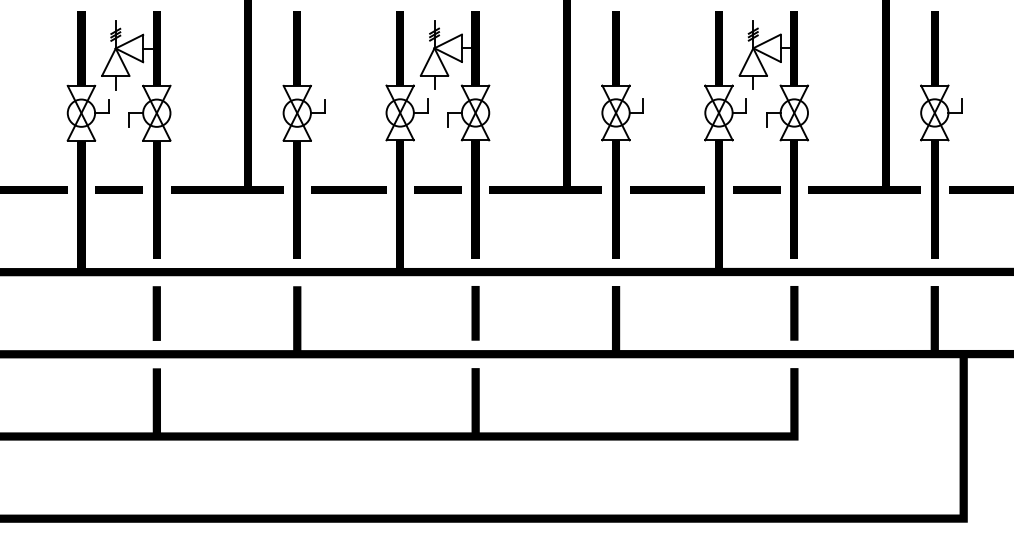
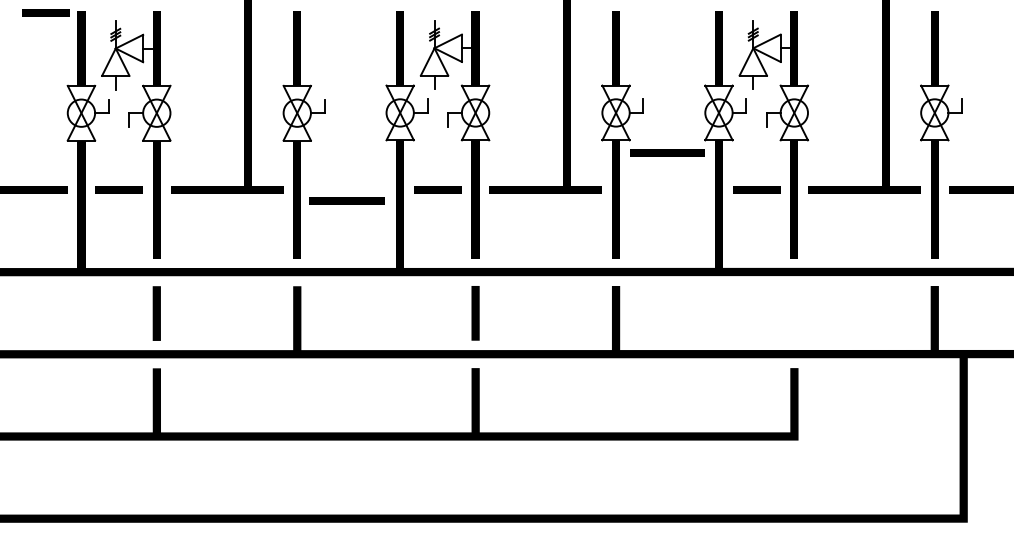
line at (45, 12): none -> present
line at (348, 189) position: (348, 189) -> (346, 200)
line at (667, 189) position: (667, 189) -> (667, 152)
line at (794, 313): present -> none
